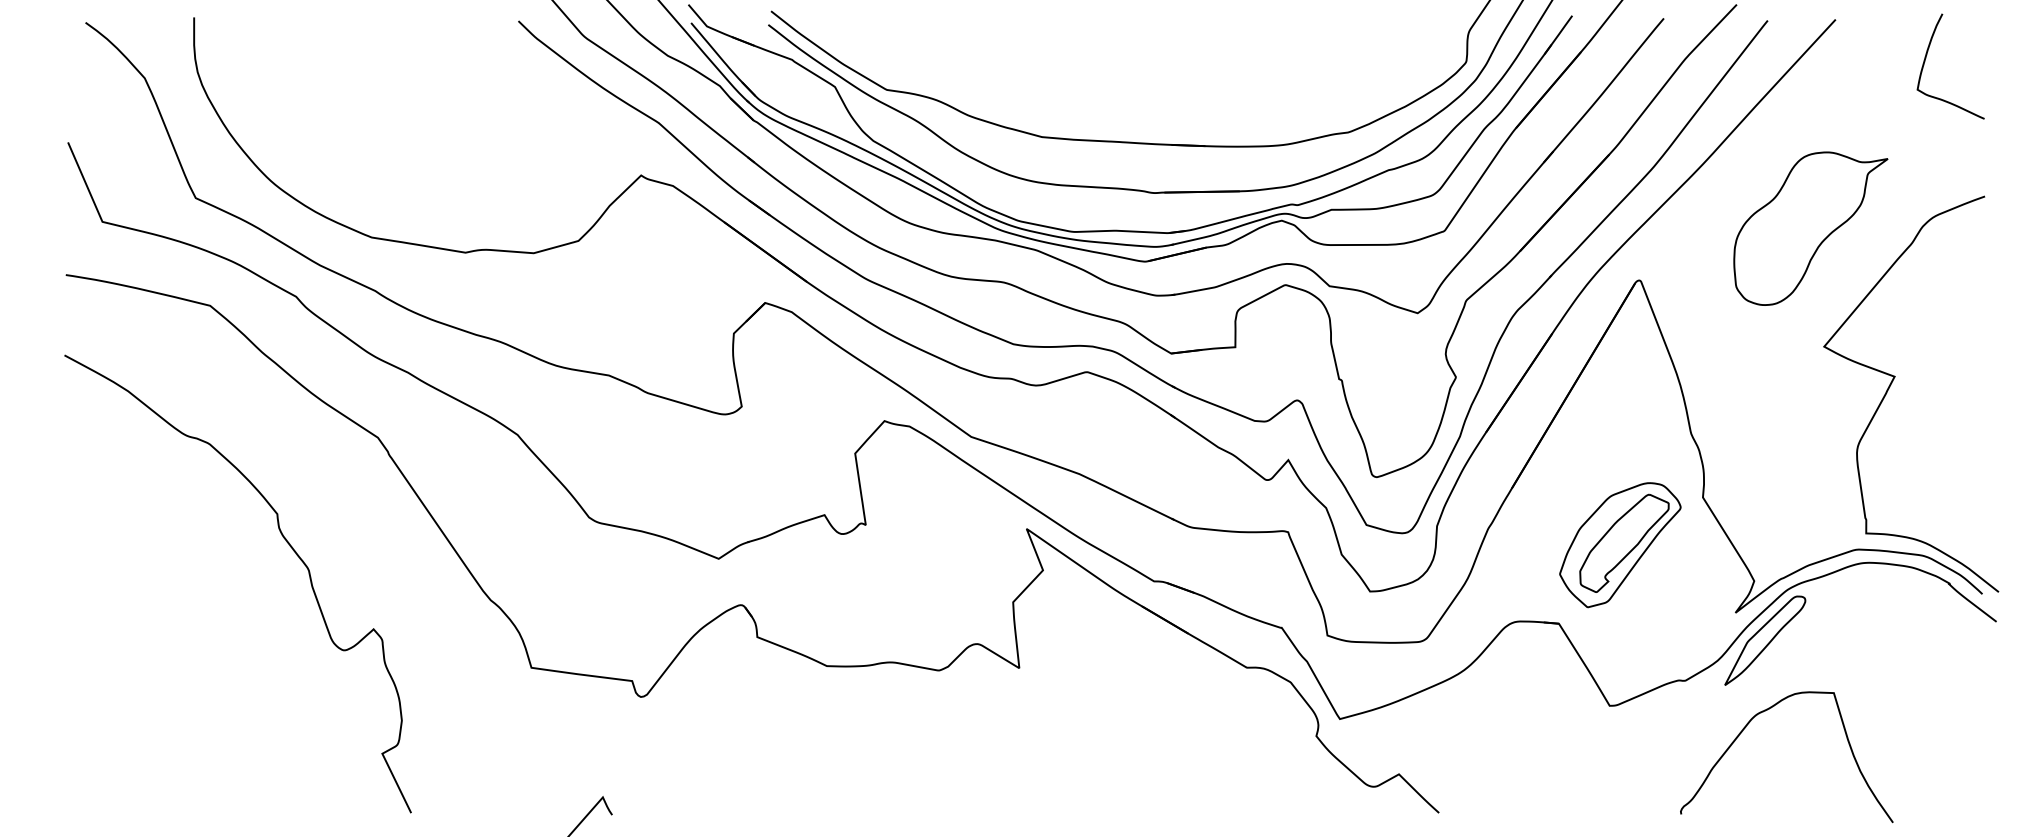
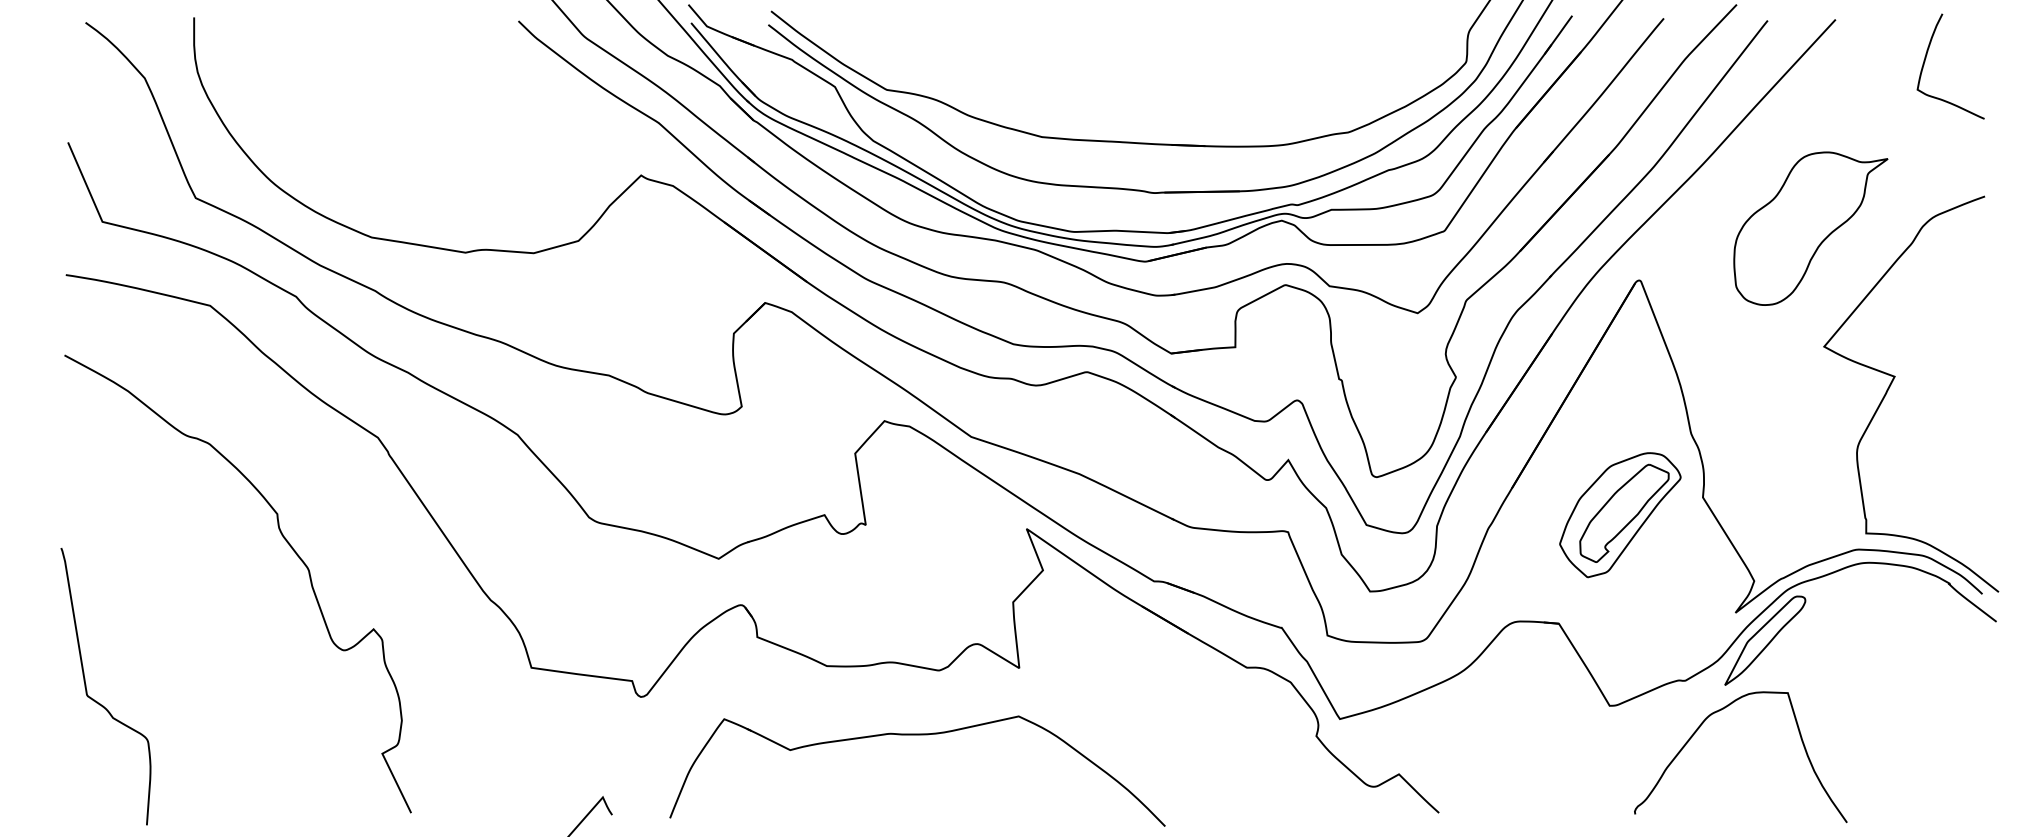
part at (1620, 545) position: (1620, 545) -> (1620, 515)
curve at (96, 700): none -> present
curve at (1746, 727) position: (1746, 727) -> (1700, 727)
part at (917, 735): none -> present
